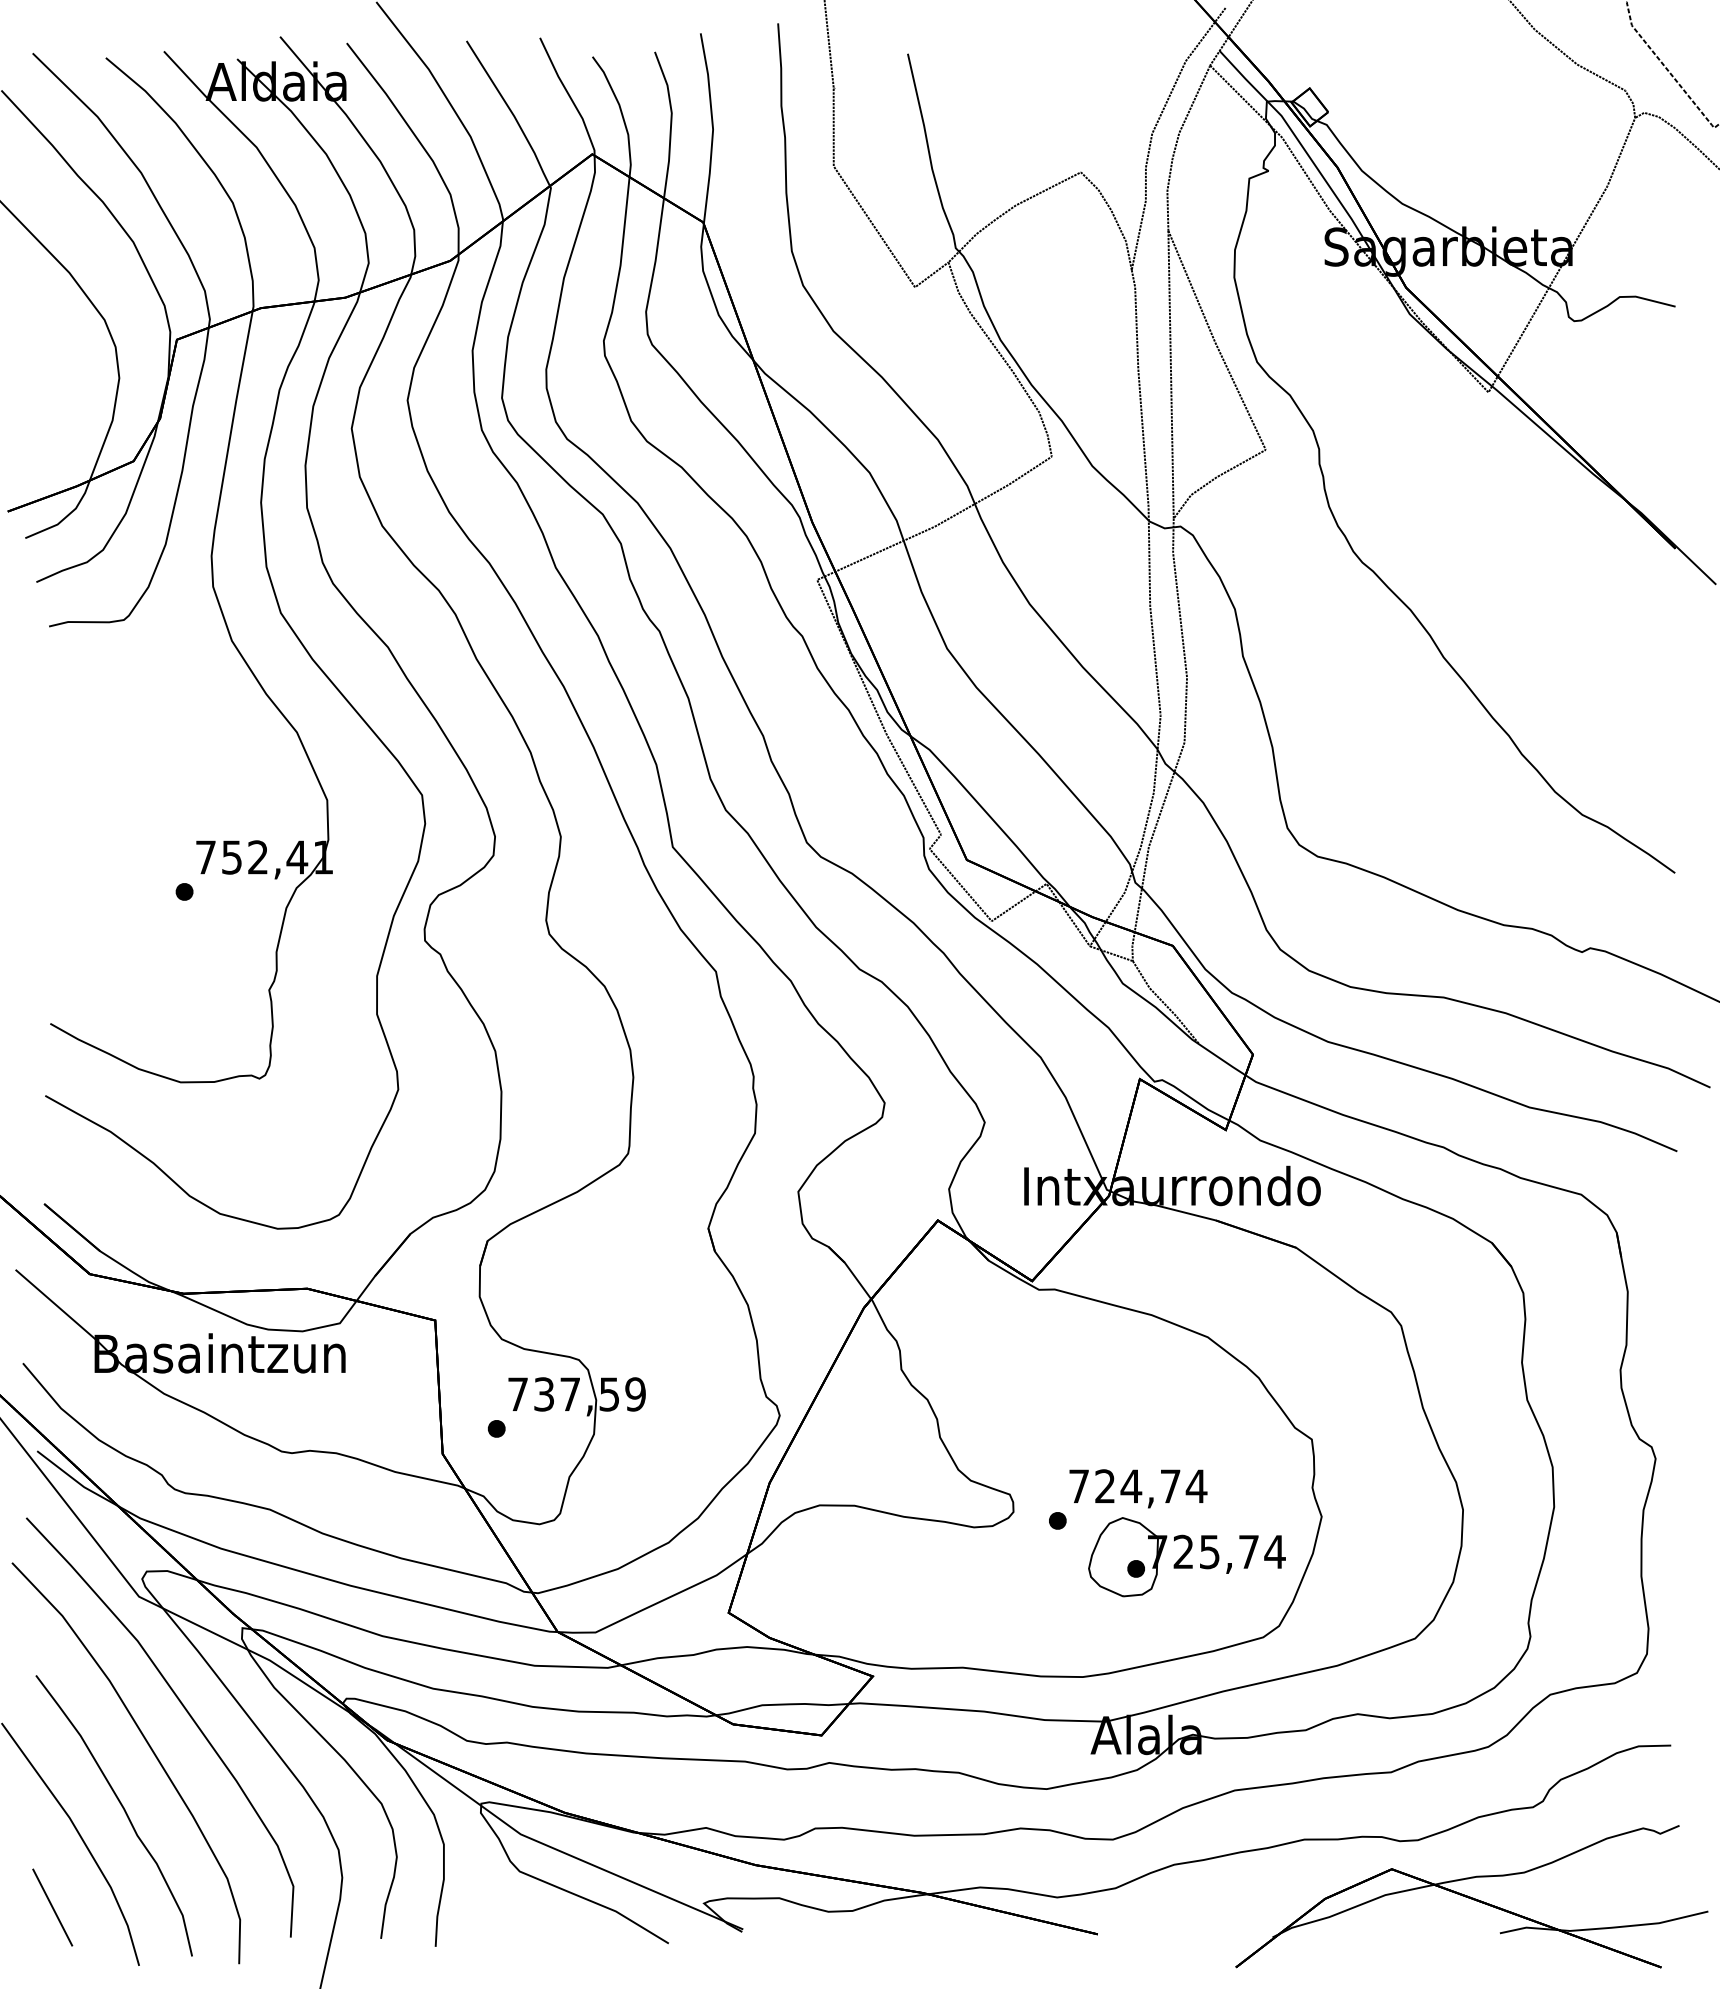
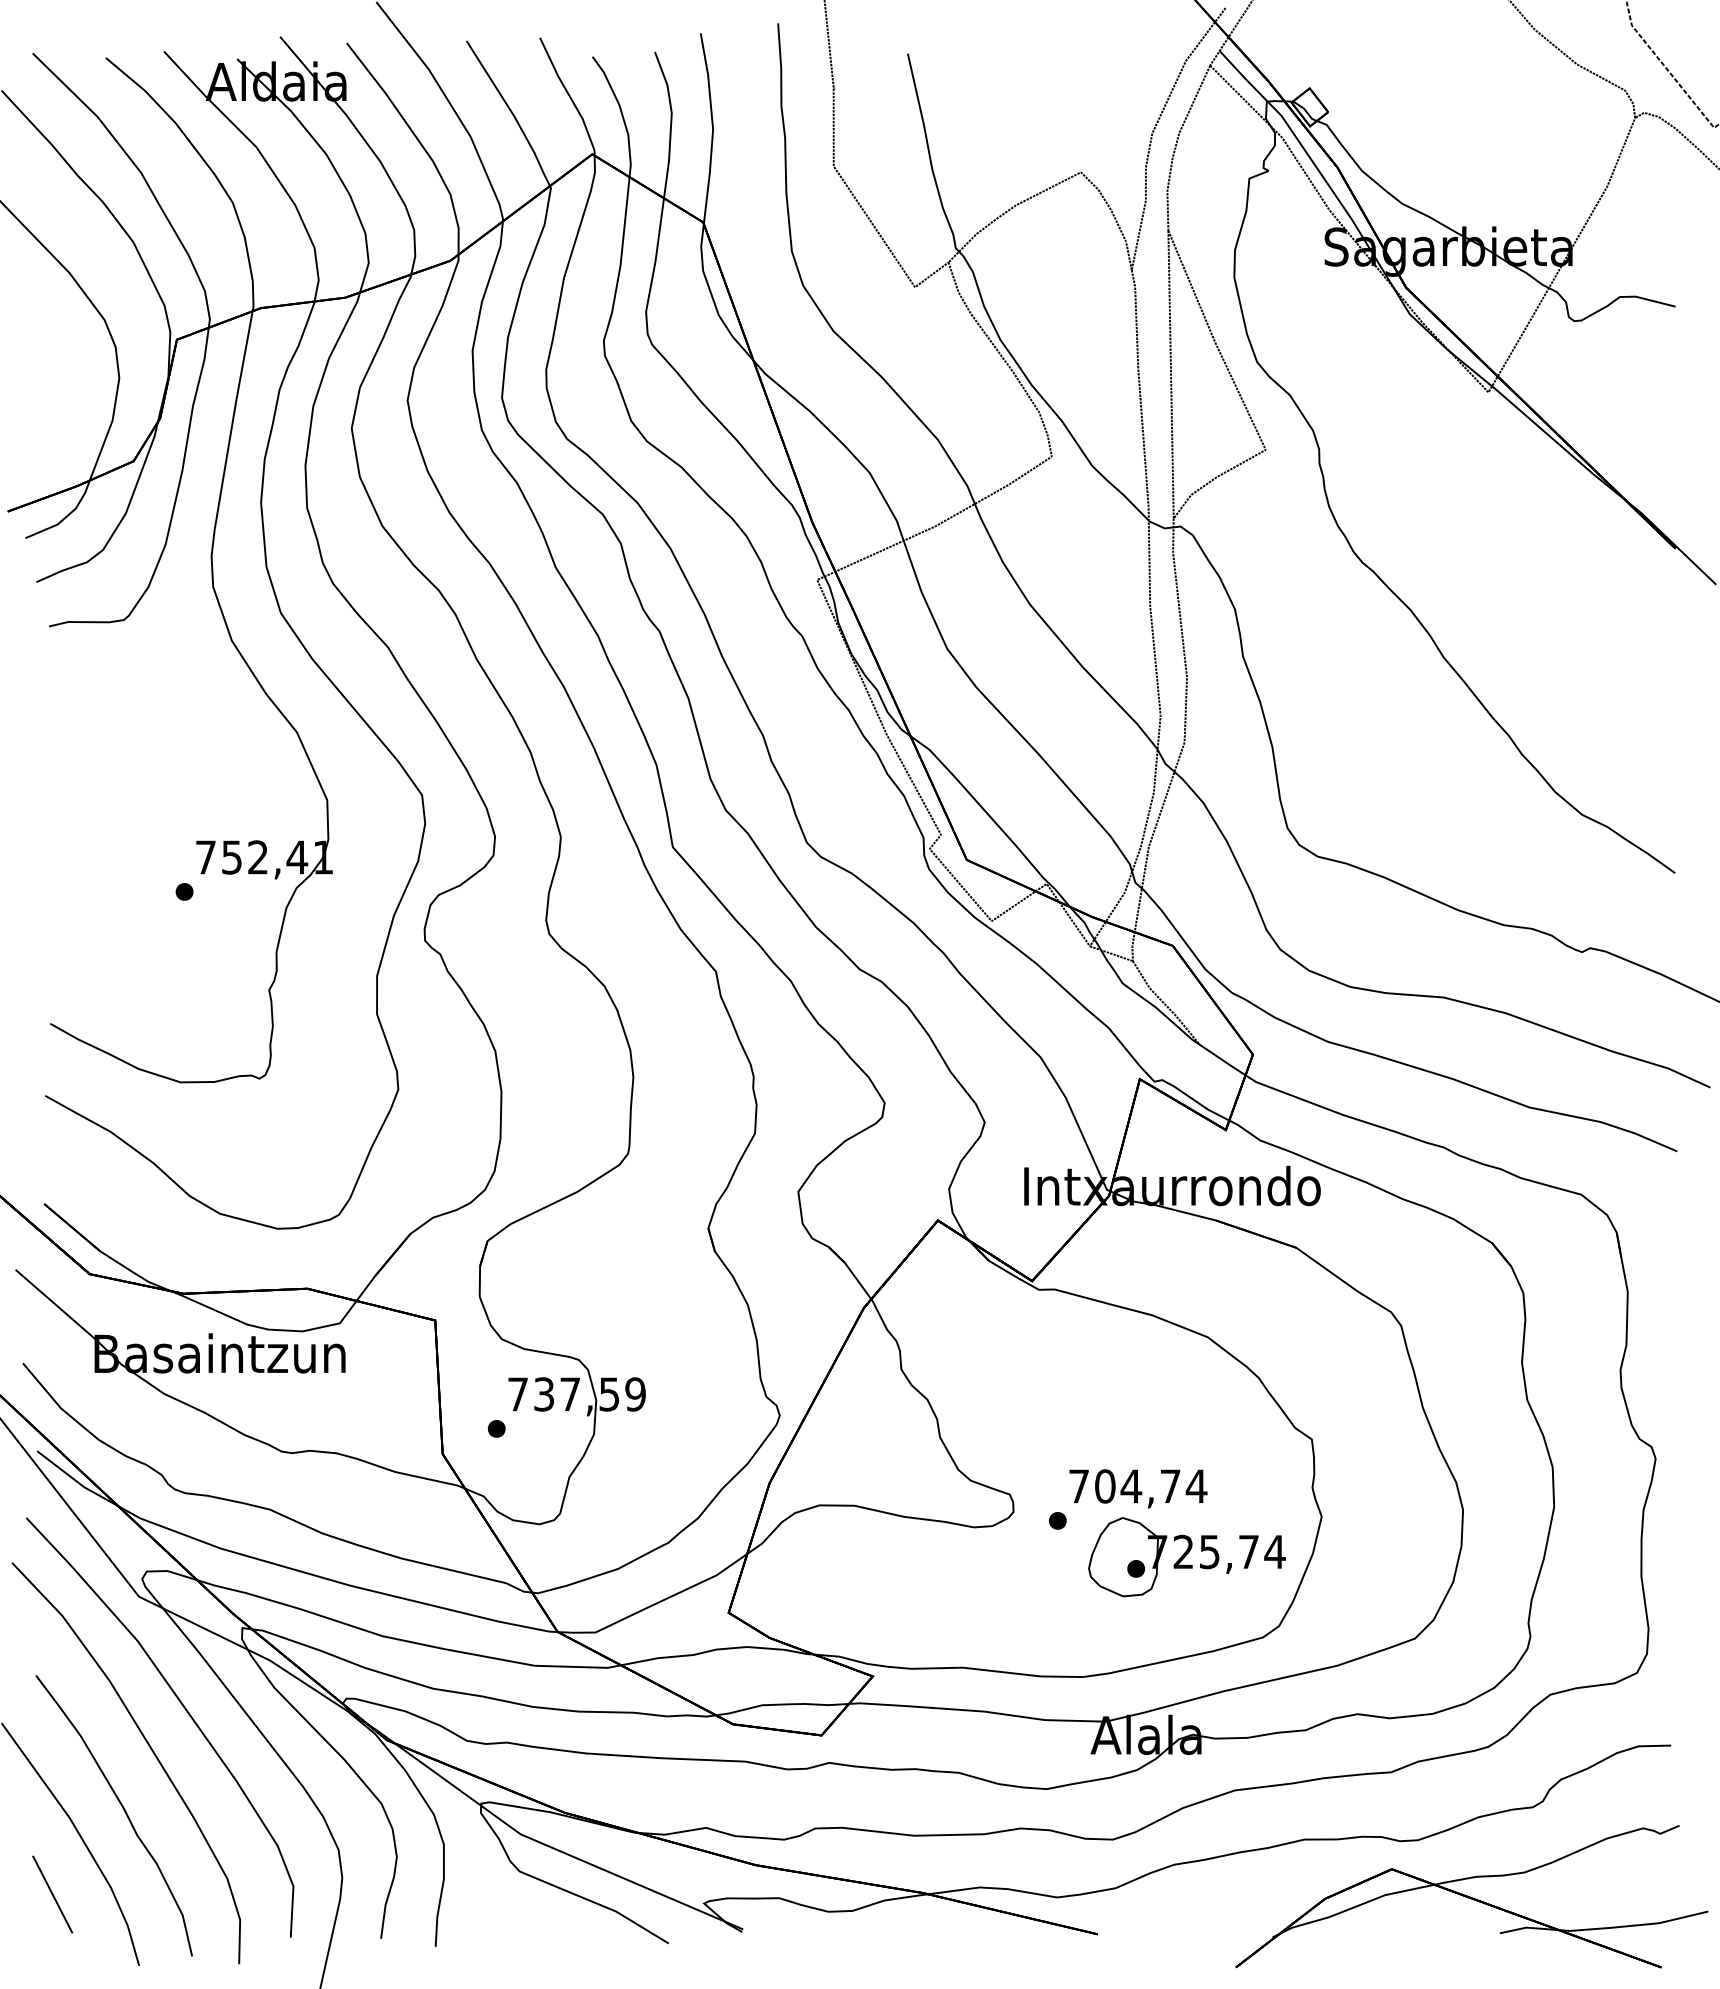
text at (1105, 1486): 724,74 -> 704,74
line at (52, 1907) position: (52, 1907) -> (52, 1894)
